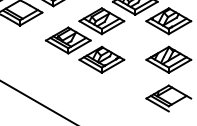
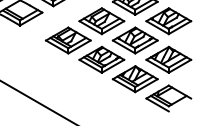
part at (134, 40): none -> present
part at (134, 79): none -> present
